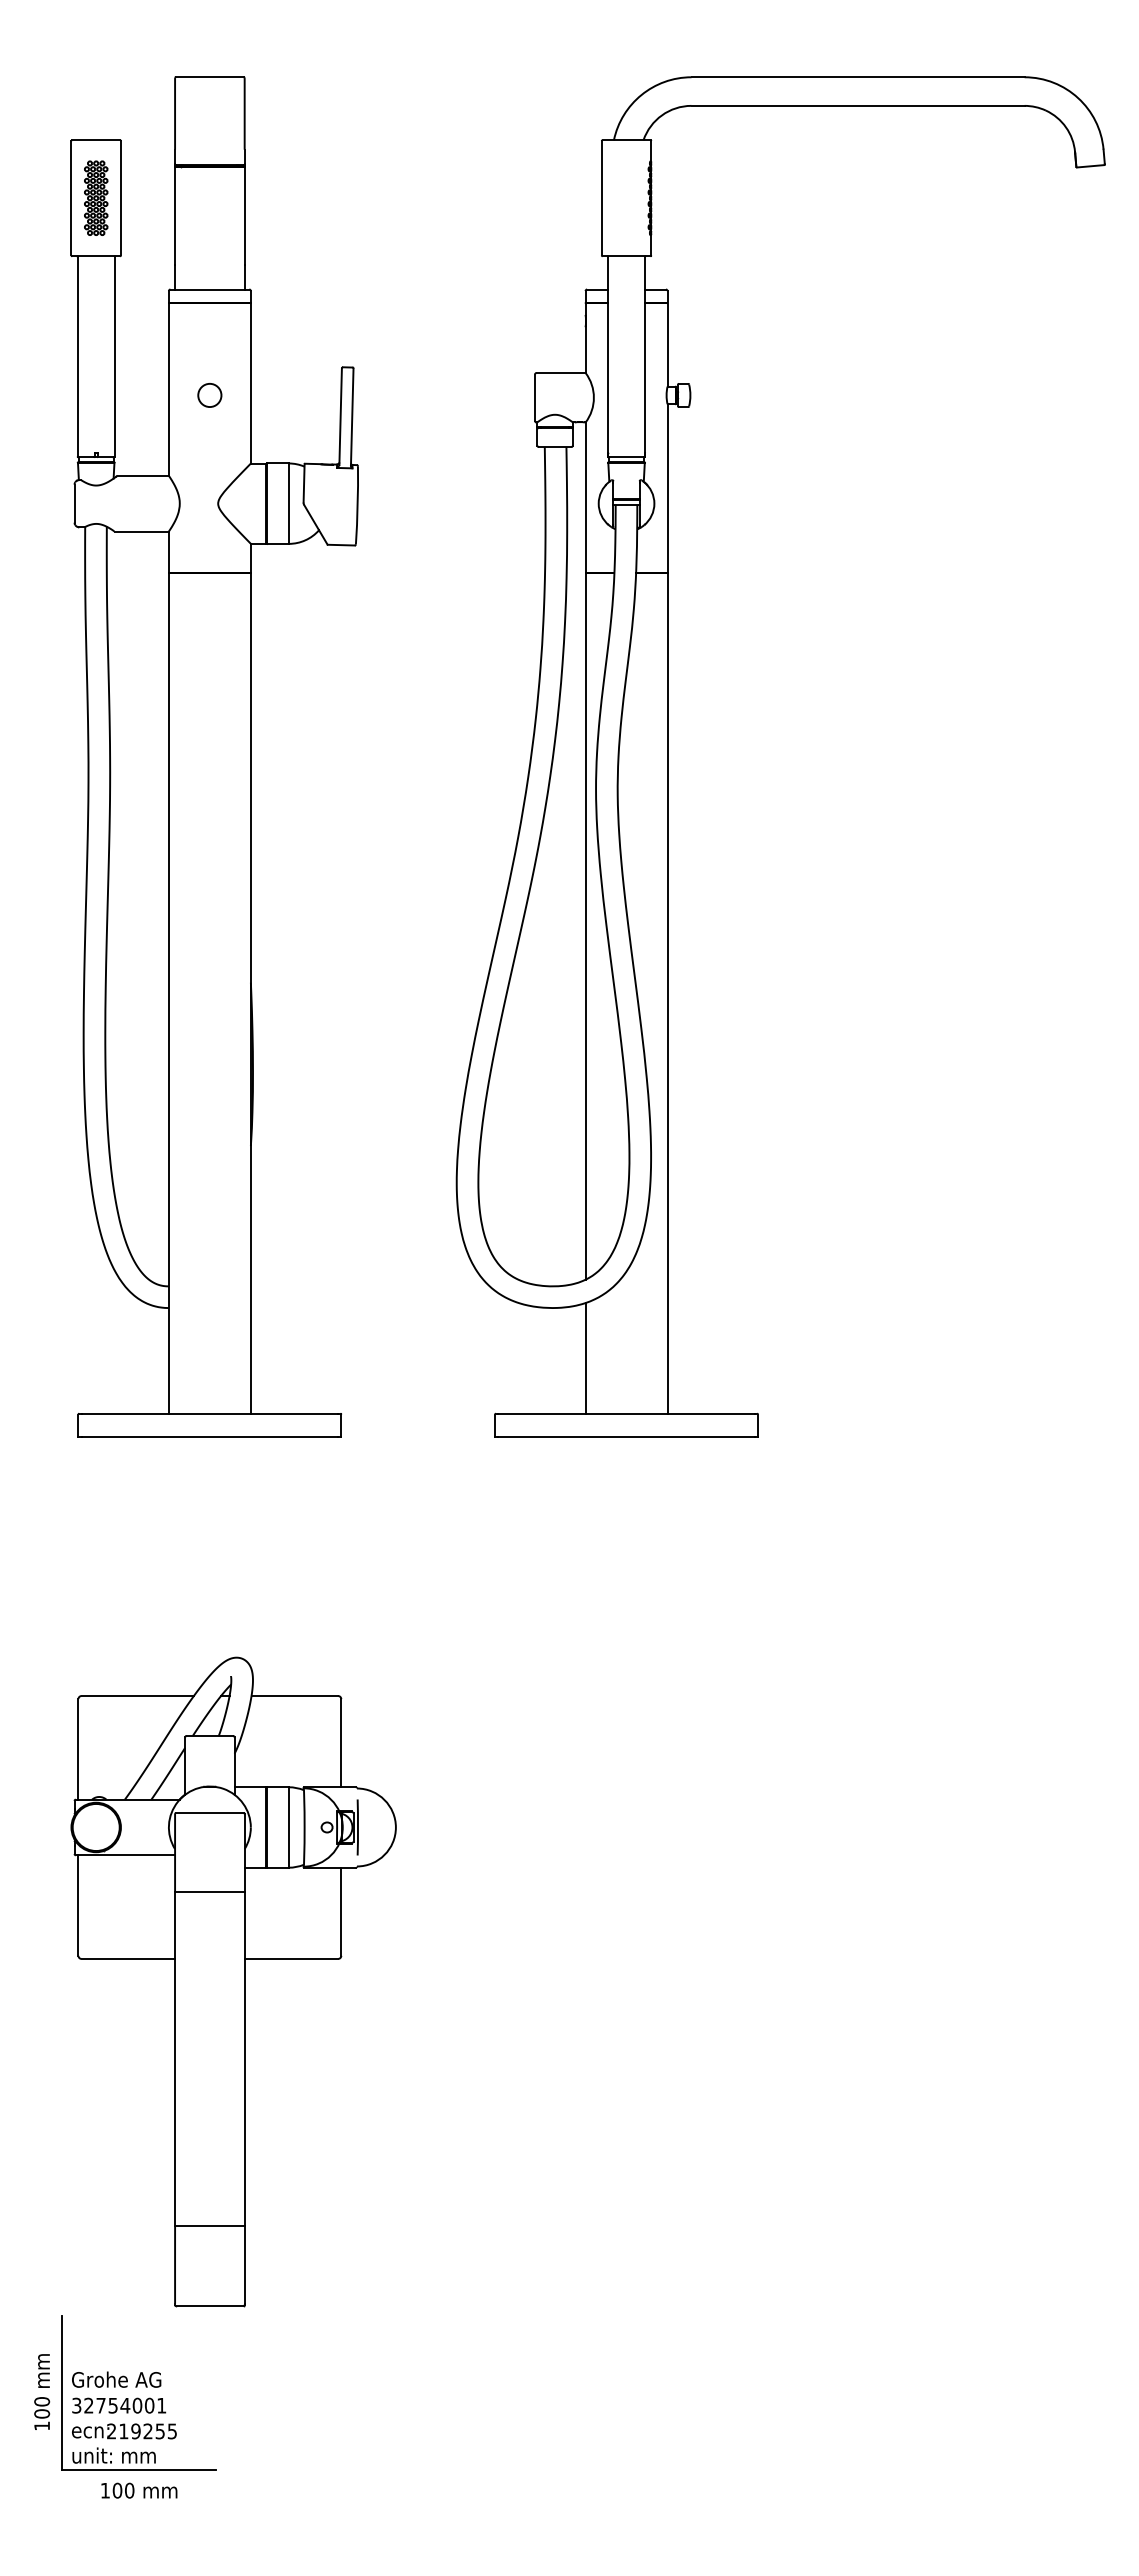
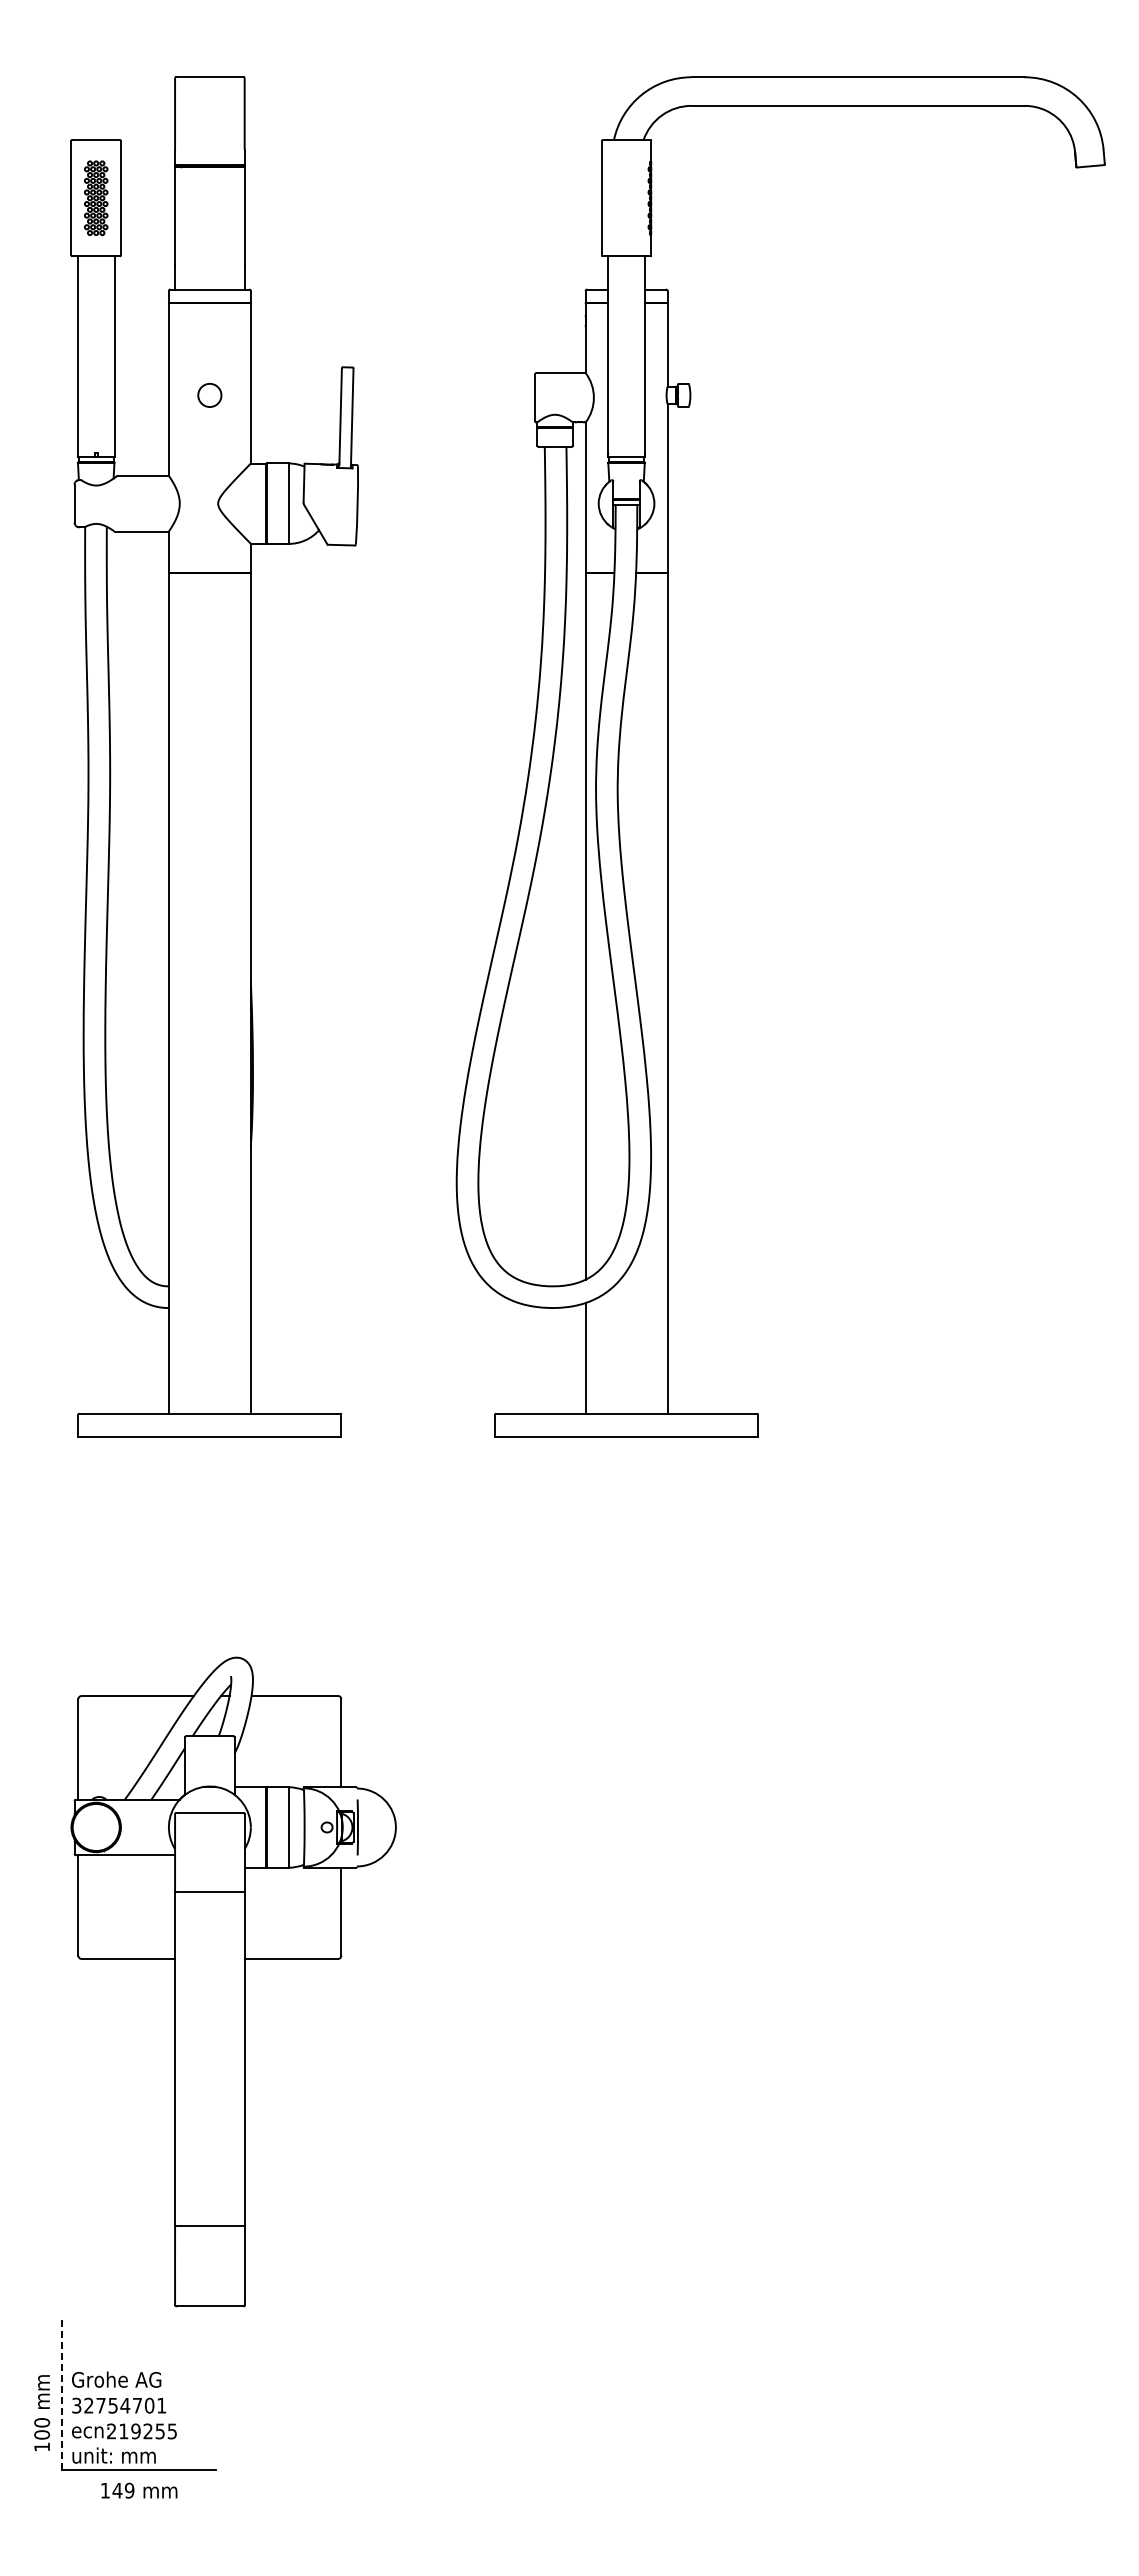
text at (42, 2391) position: (42, 2391) -> (42, 2412)
line at (61, 2392): solid -> dashed
text at (137, 2405): 32754001 -> 32754701
text at (123, 2490): 100 -> 149
